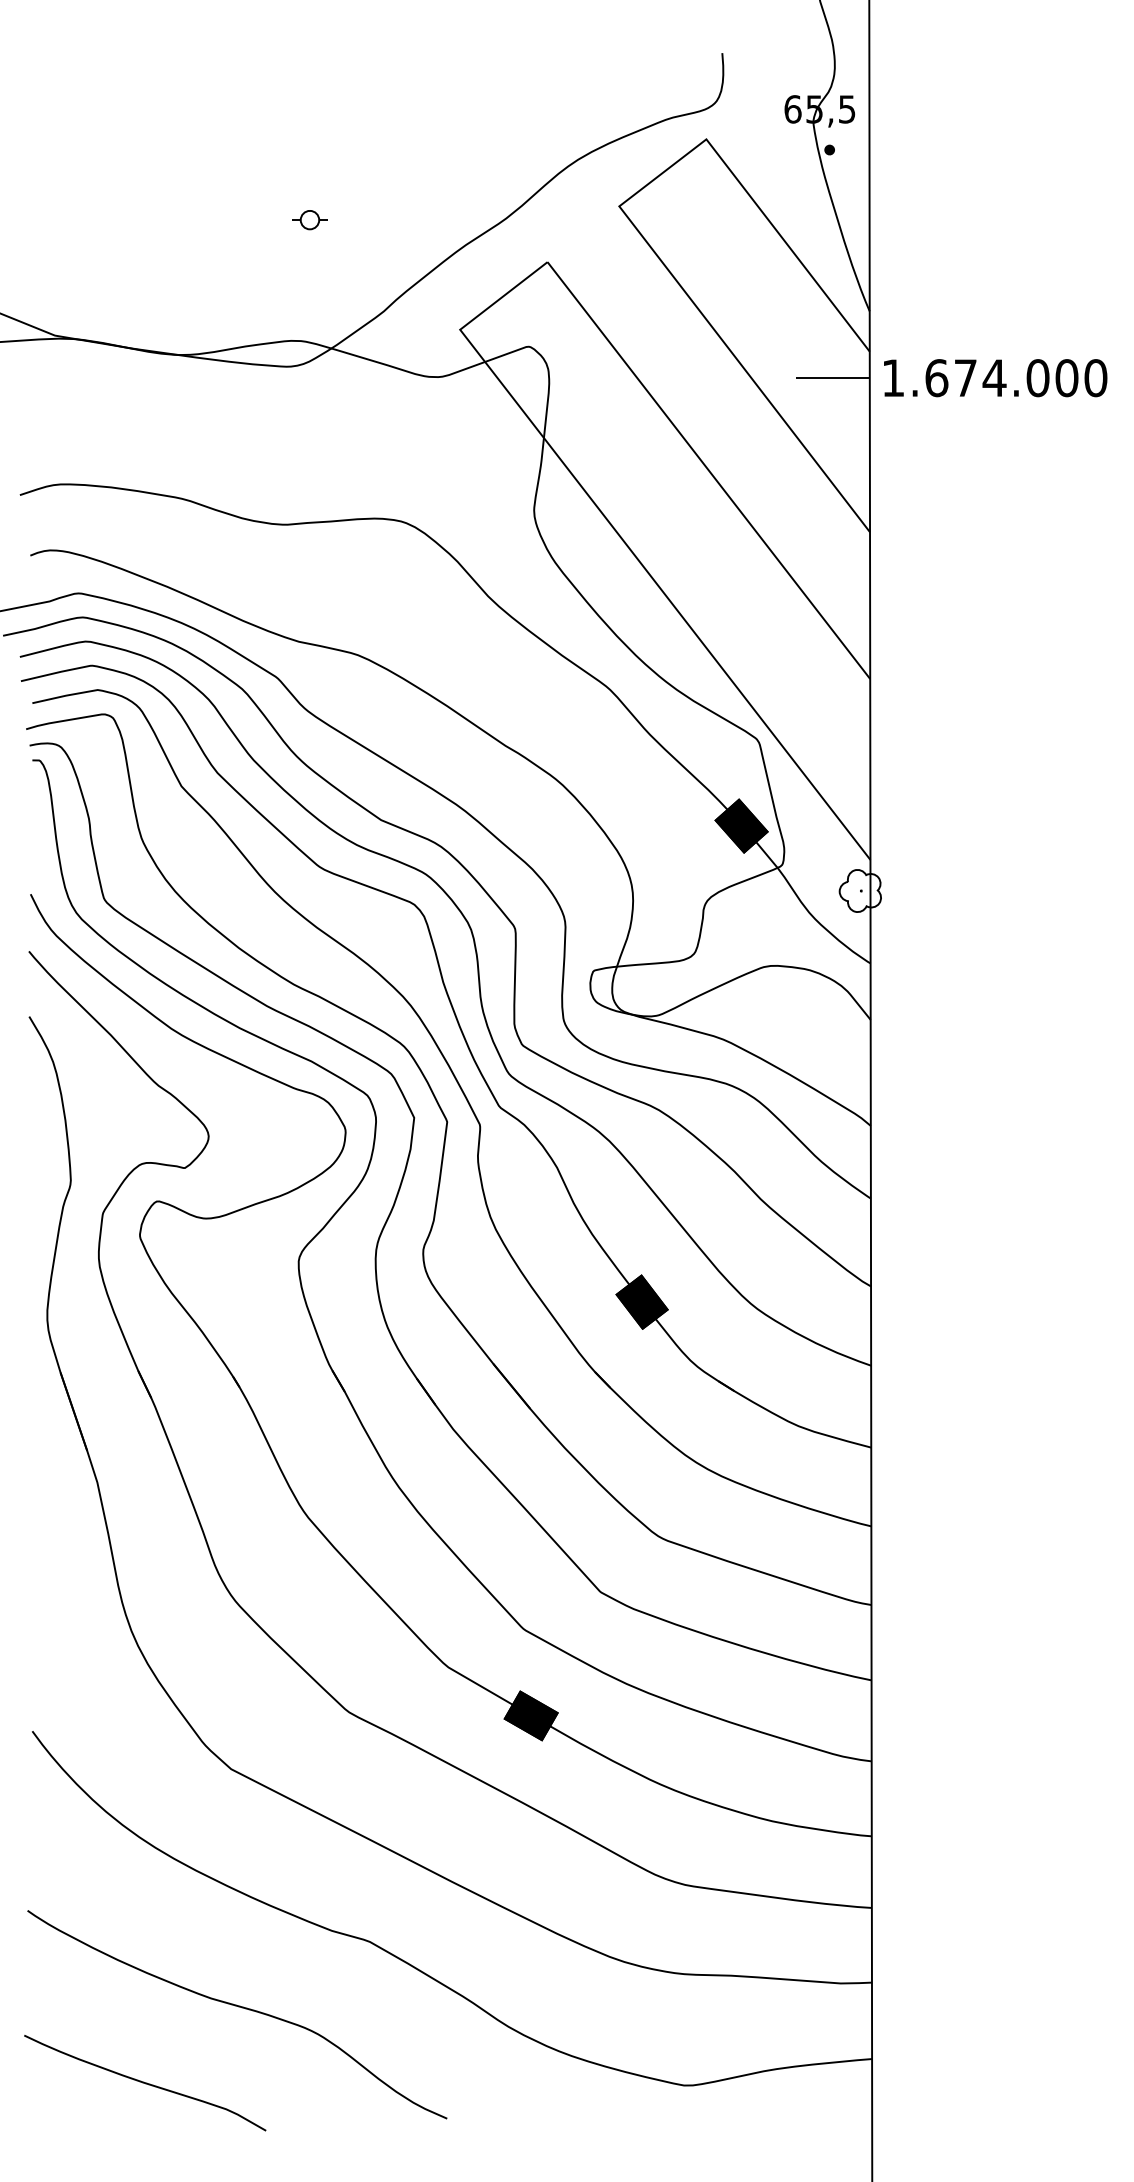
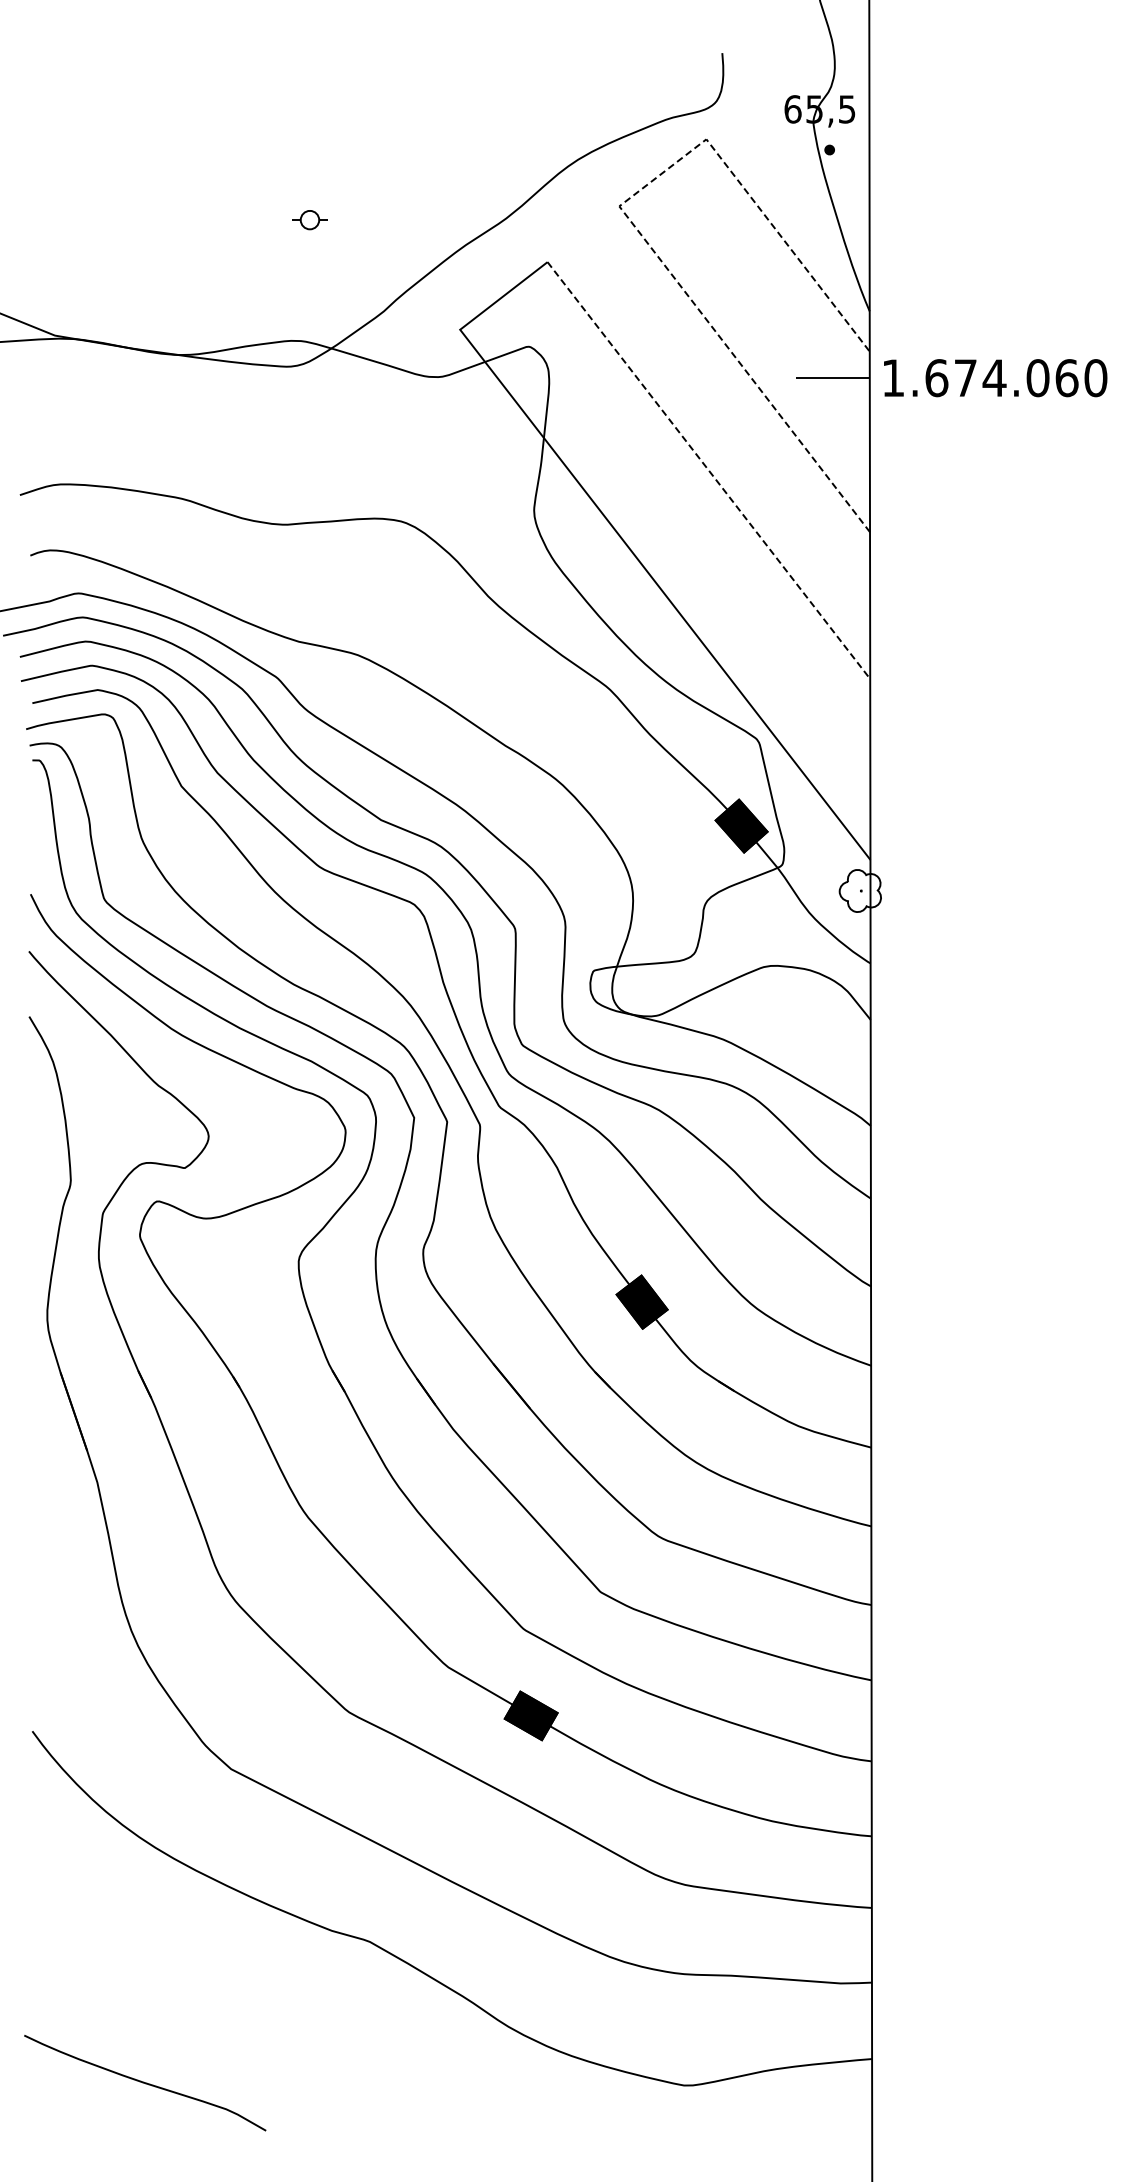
line at (629, 219): solid -> dashed
text at (1066, 378): 1.674.000 -> 1.674.060
line at (708, 470): solid -> dashed
curve at (238, 2007): present -> none
